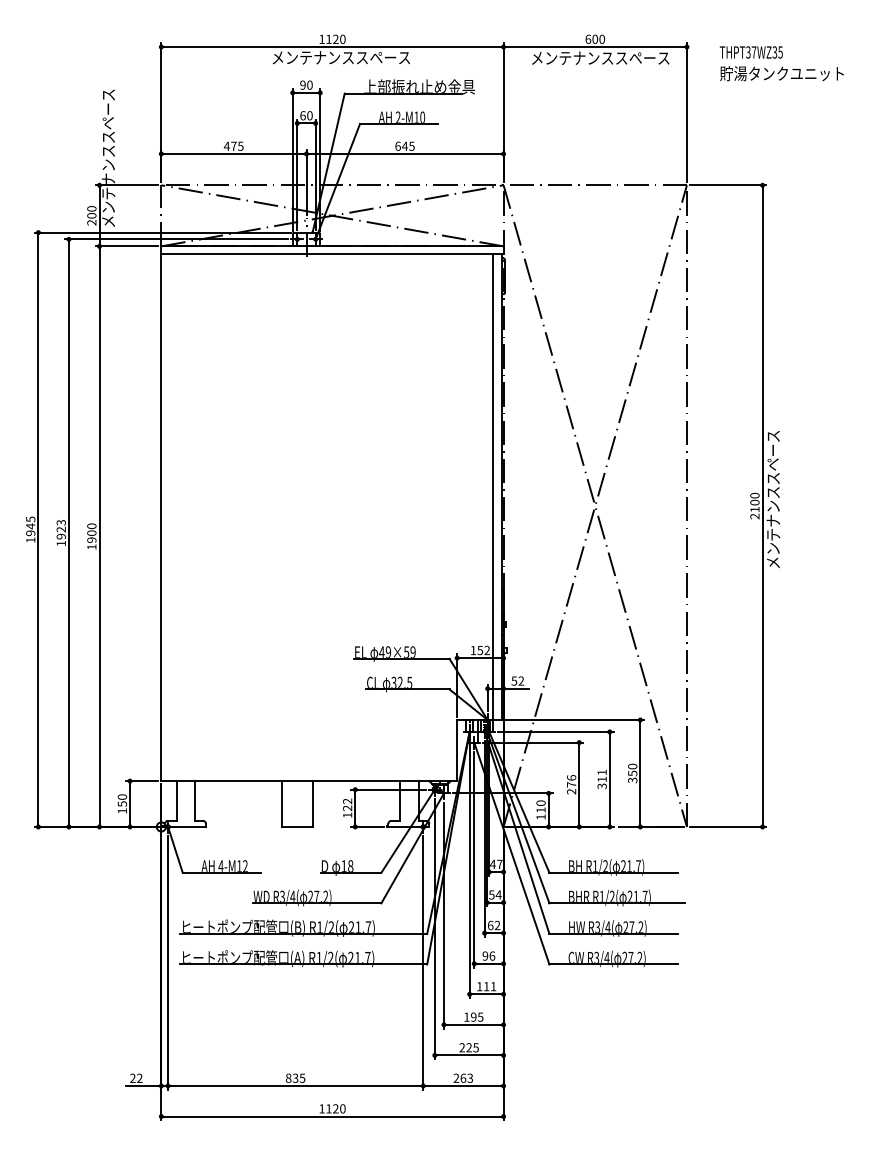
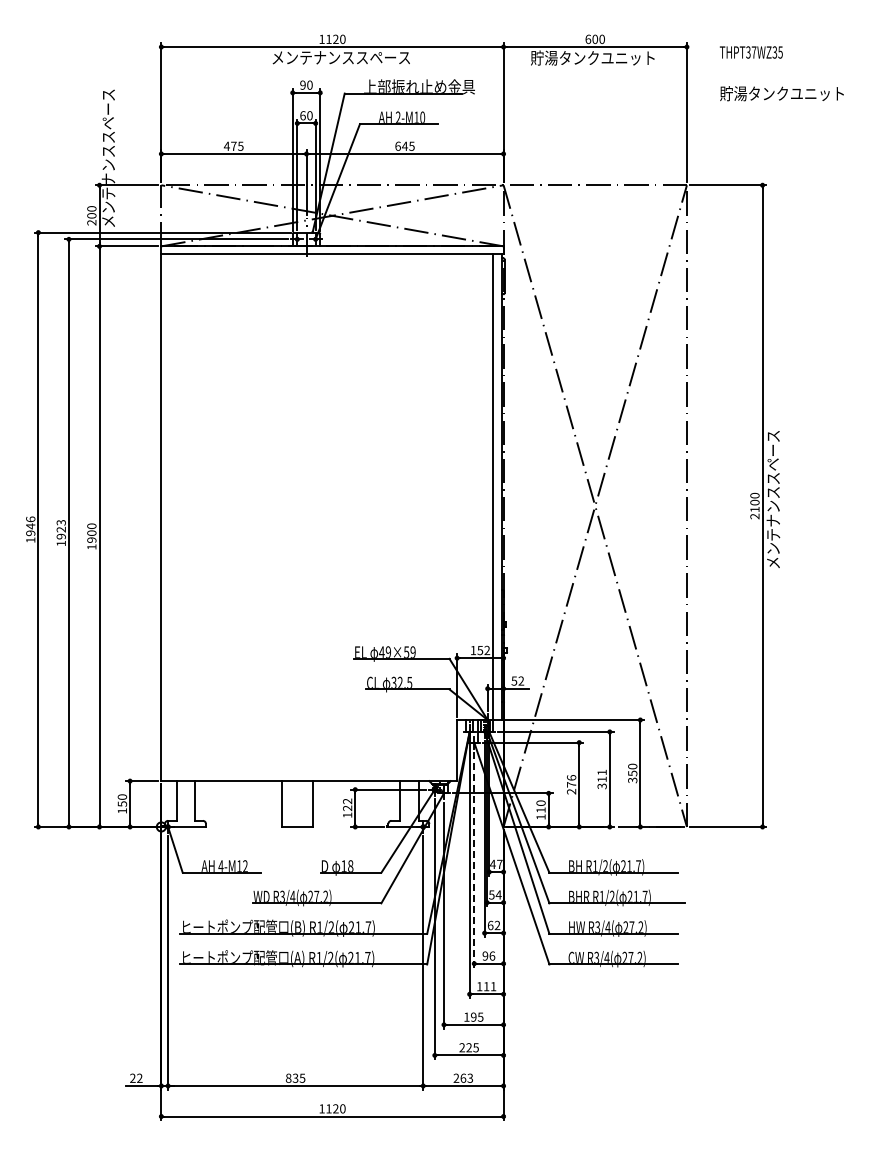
text at (600, 57): メンテナンススペース -> 貯湯タンクユニット
text at (781, 73) position: (781, 73) -> (781, 93)
text at (30, 519): 1945 -> 1946
line at (474, 859): solid -> dashed
